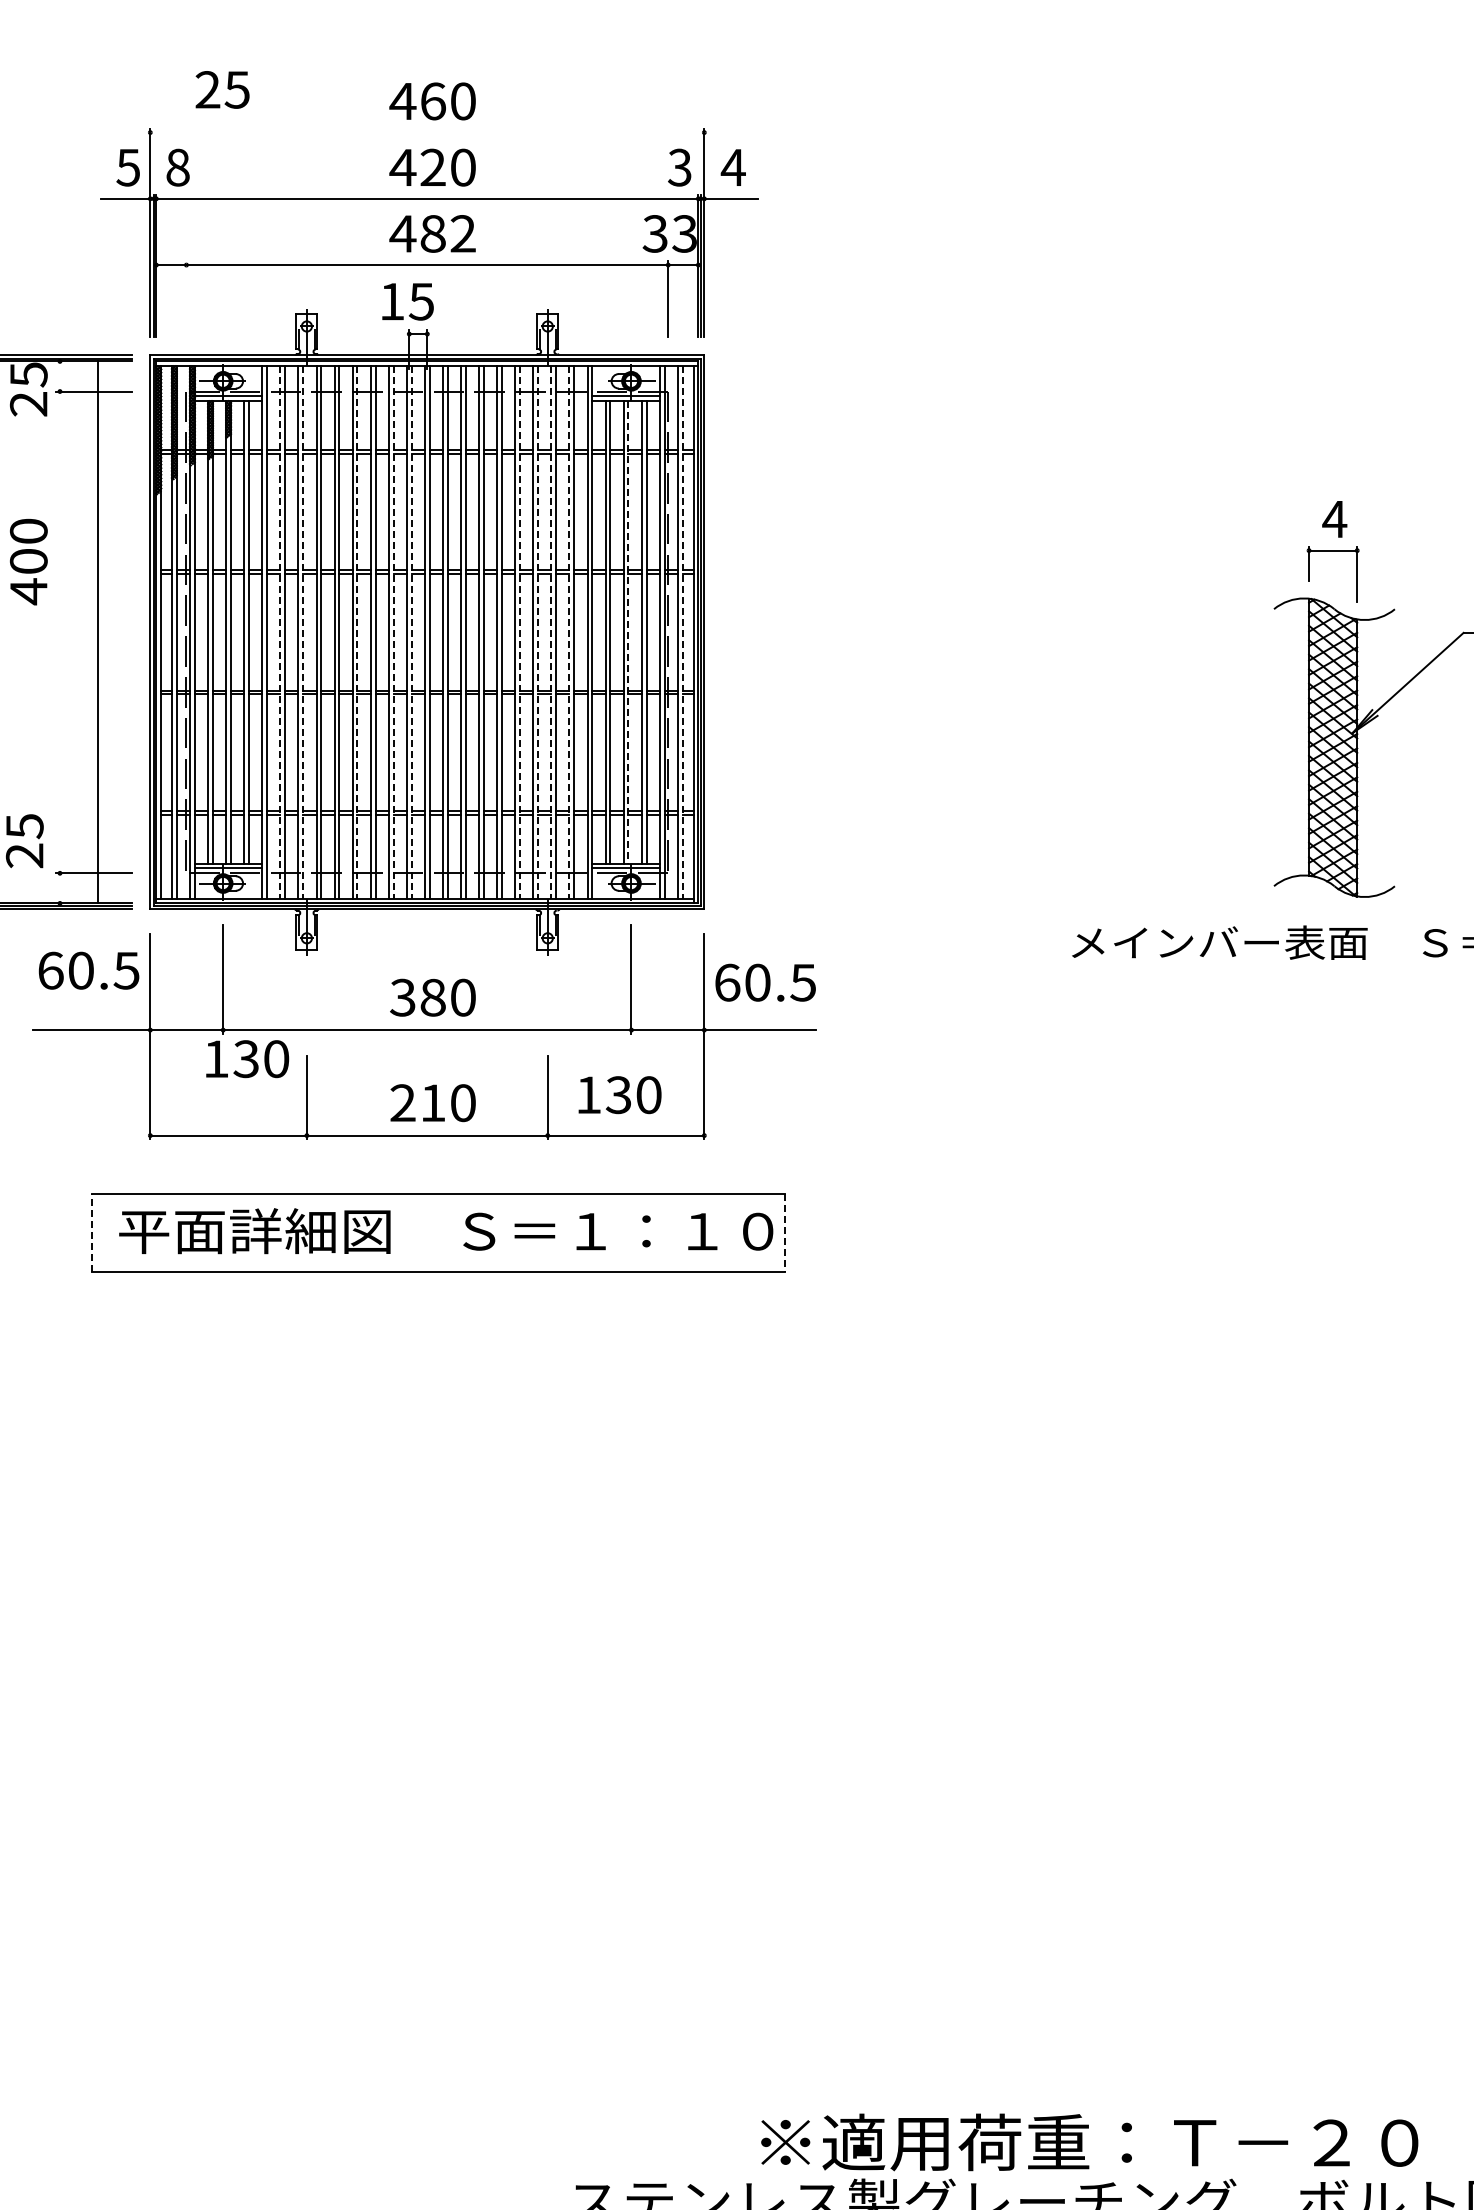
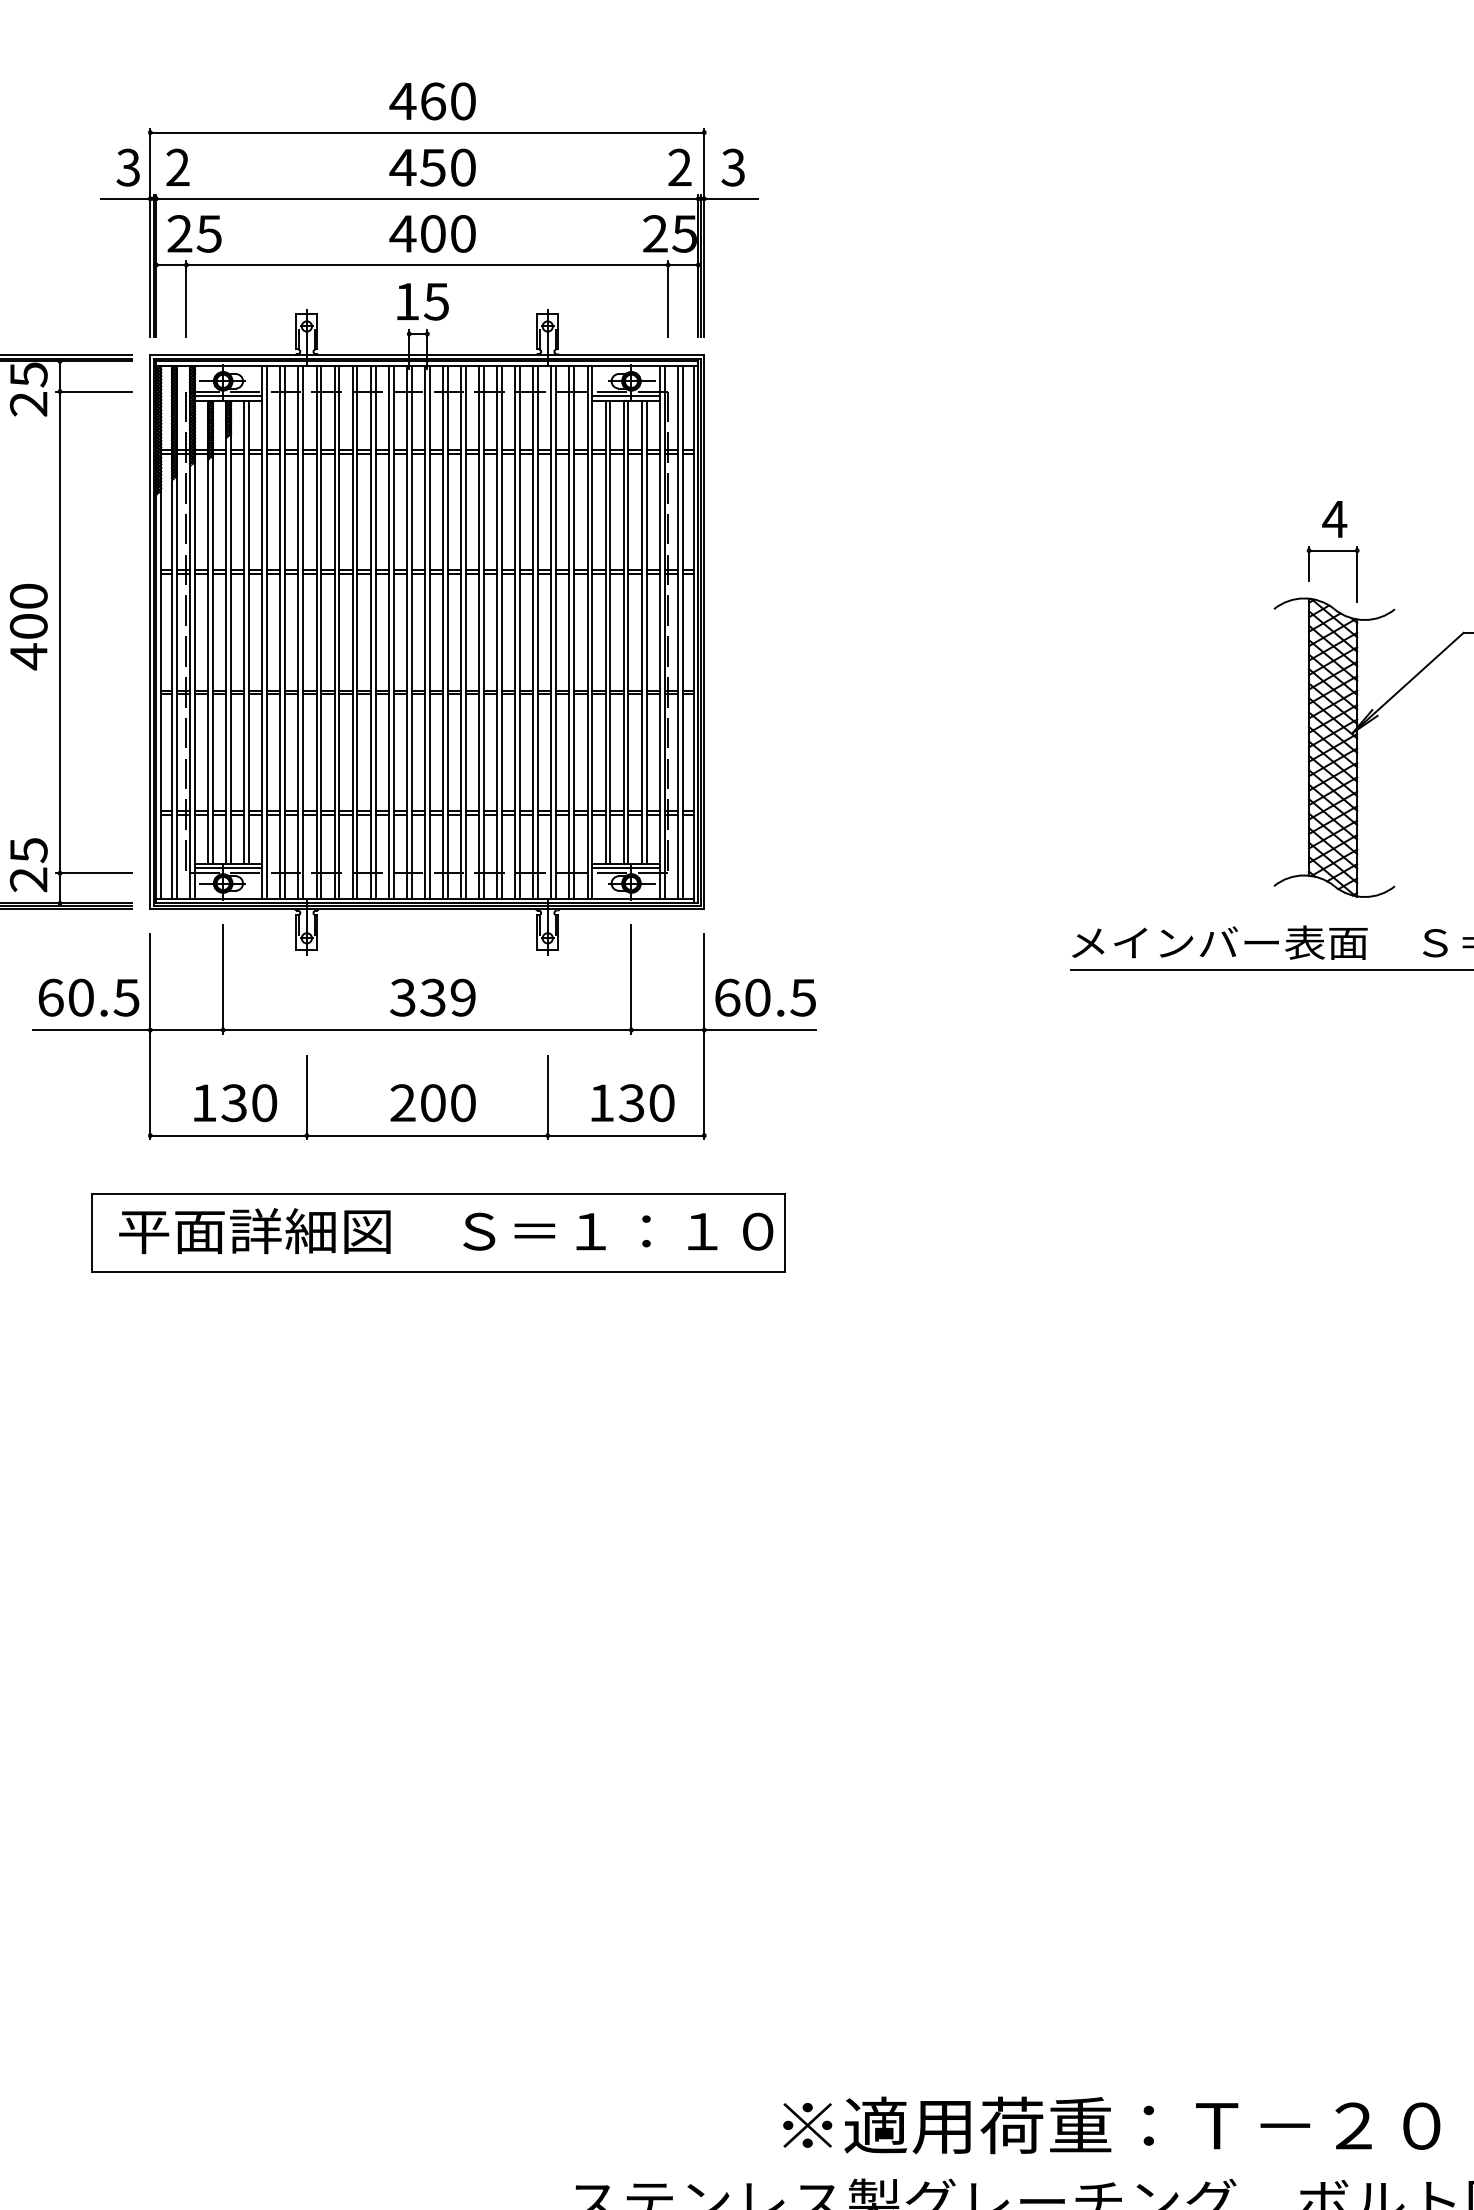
text at (222, 89) position: (222, 89) -> (194, 233)
line at (427, 132): none -> present
text at (127, 167): 5 -> 3
text at (177, 167): 8 -> 2
text at (432, 167): 420 -> 450
text at (679, 167): 3 -> 2
text at (732, 167): 4 -> 3
text at (447, 233): 482 -> 400
text at (669, 233): 33 -> 25
line at (186, 299): none -> present
text at (407, 301) position: (407, 301) -> (422, 301)
text at (28, 562) position: (28, 562) -> (28, 627)
line at (97, 632) position: (97, 632) -> (59, 632)
line at (280, 632): dashed -> solid
line at (303, 632): dashed -> solid
line at (357, 632): dashed -> solid
line at (393, 632): dashed -> solid
line at (411, 632): dashed -> solid
line at (520, 632): dashed -> solid
line at (538, 632): dashed -> solid
line at (551, 632): dashed -> solid
line at (569, 632): dashed -> solid
line at (628, 632): dashed -> solid
line at (682, 632): dashed -> solid
text at (24, 841) position: (24, 841) -> (28, 865)
text at (88, 970) position: (88, 970) -> (88, 997)
line at (1270, 970): none -> present
text at (765, 982) position: (765, 982) -> (765, 997)
text at (447, 997): 380 -> 339
text at (247, 1059) position: (247, 1059) -> (235, 1103)
text at (619, 1095) position: (619, 1095) -> (632, 1103)
text at (433, 1103): 210 -> 200
line at (92, 1232): dashed -> solid
line at (784, 1233): dashed -> solid
text at (1089, 2142) position: (1089, 2142) -> (1111, 2125)
